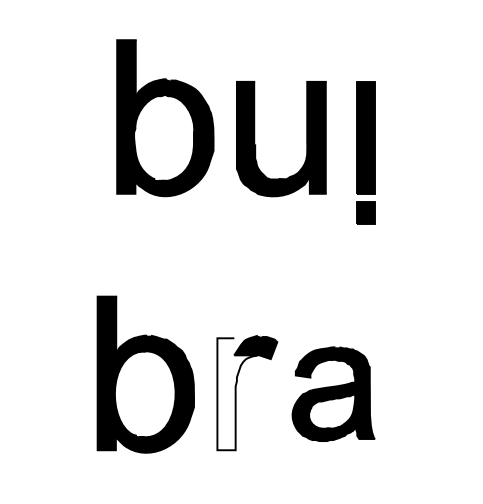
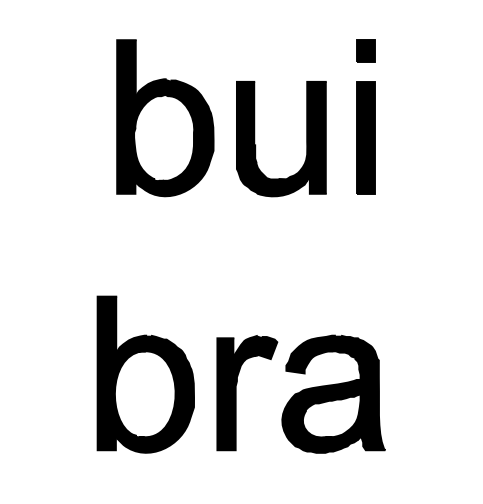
part at (365, 212) position: (365, 212) -> (365, 50)
part at (333, 393) size: 85x96 px -> 105x120 px
fill at (237, 394): none -> present
